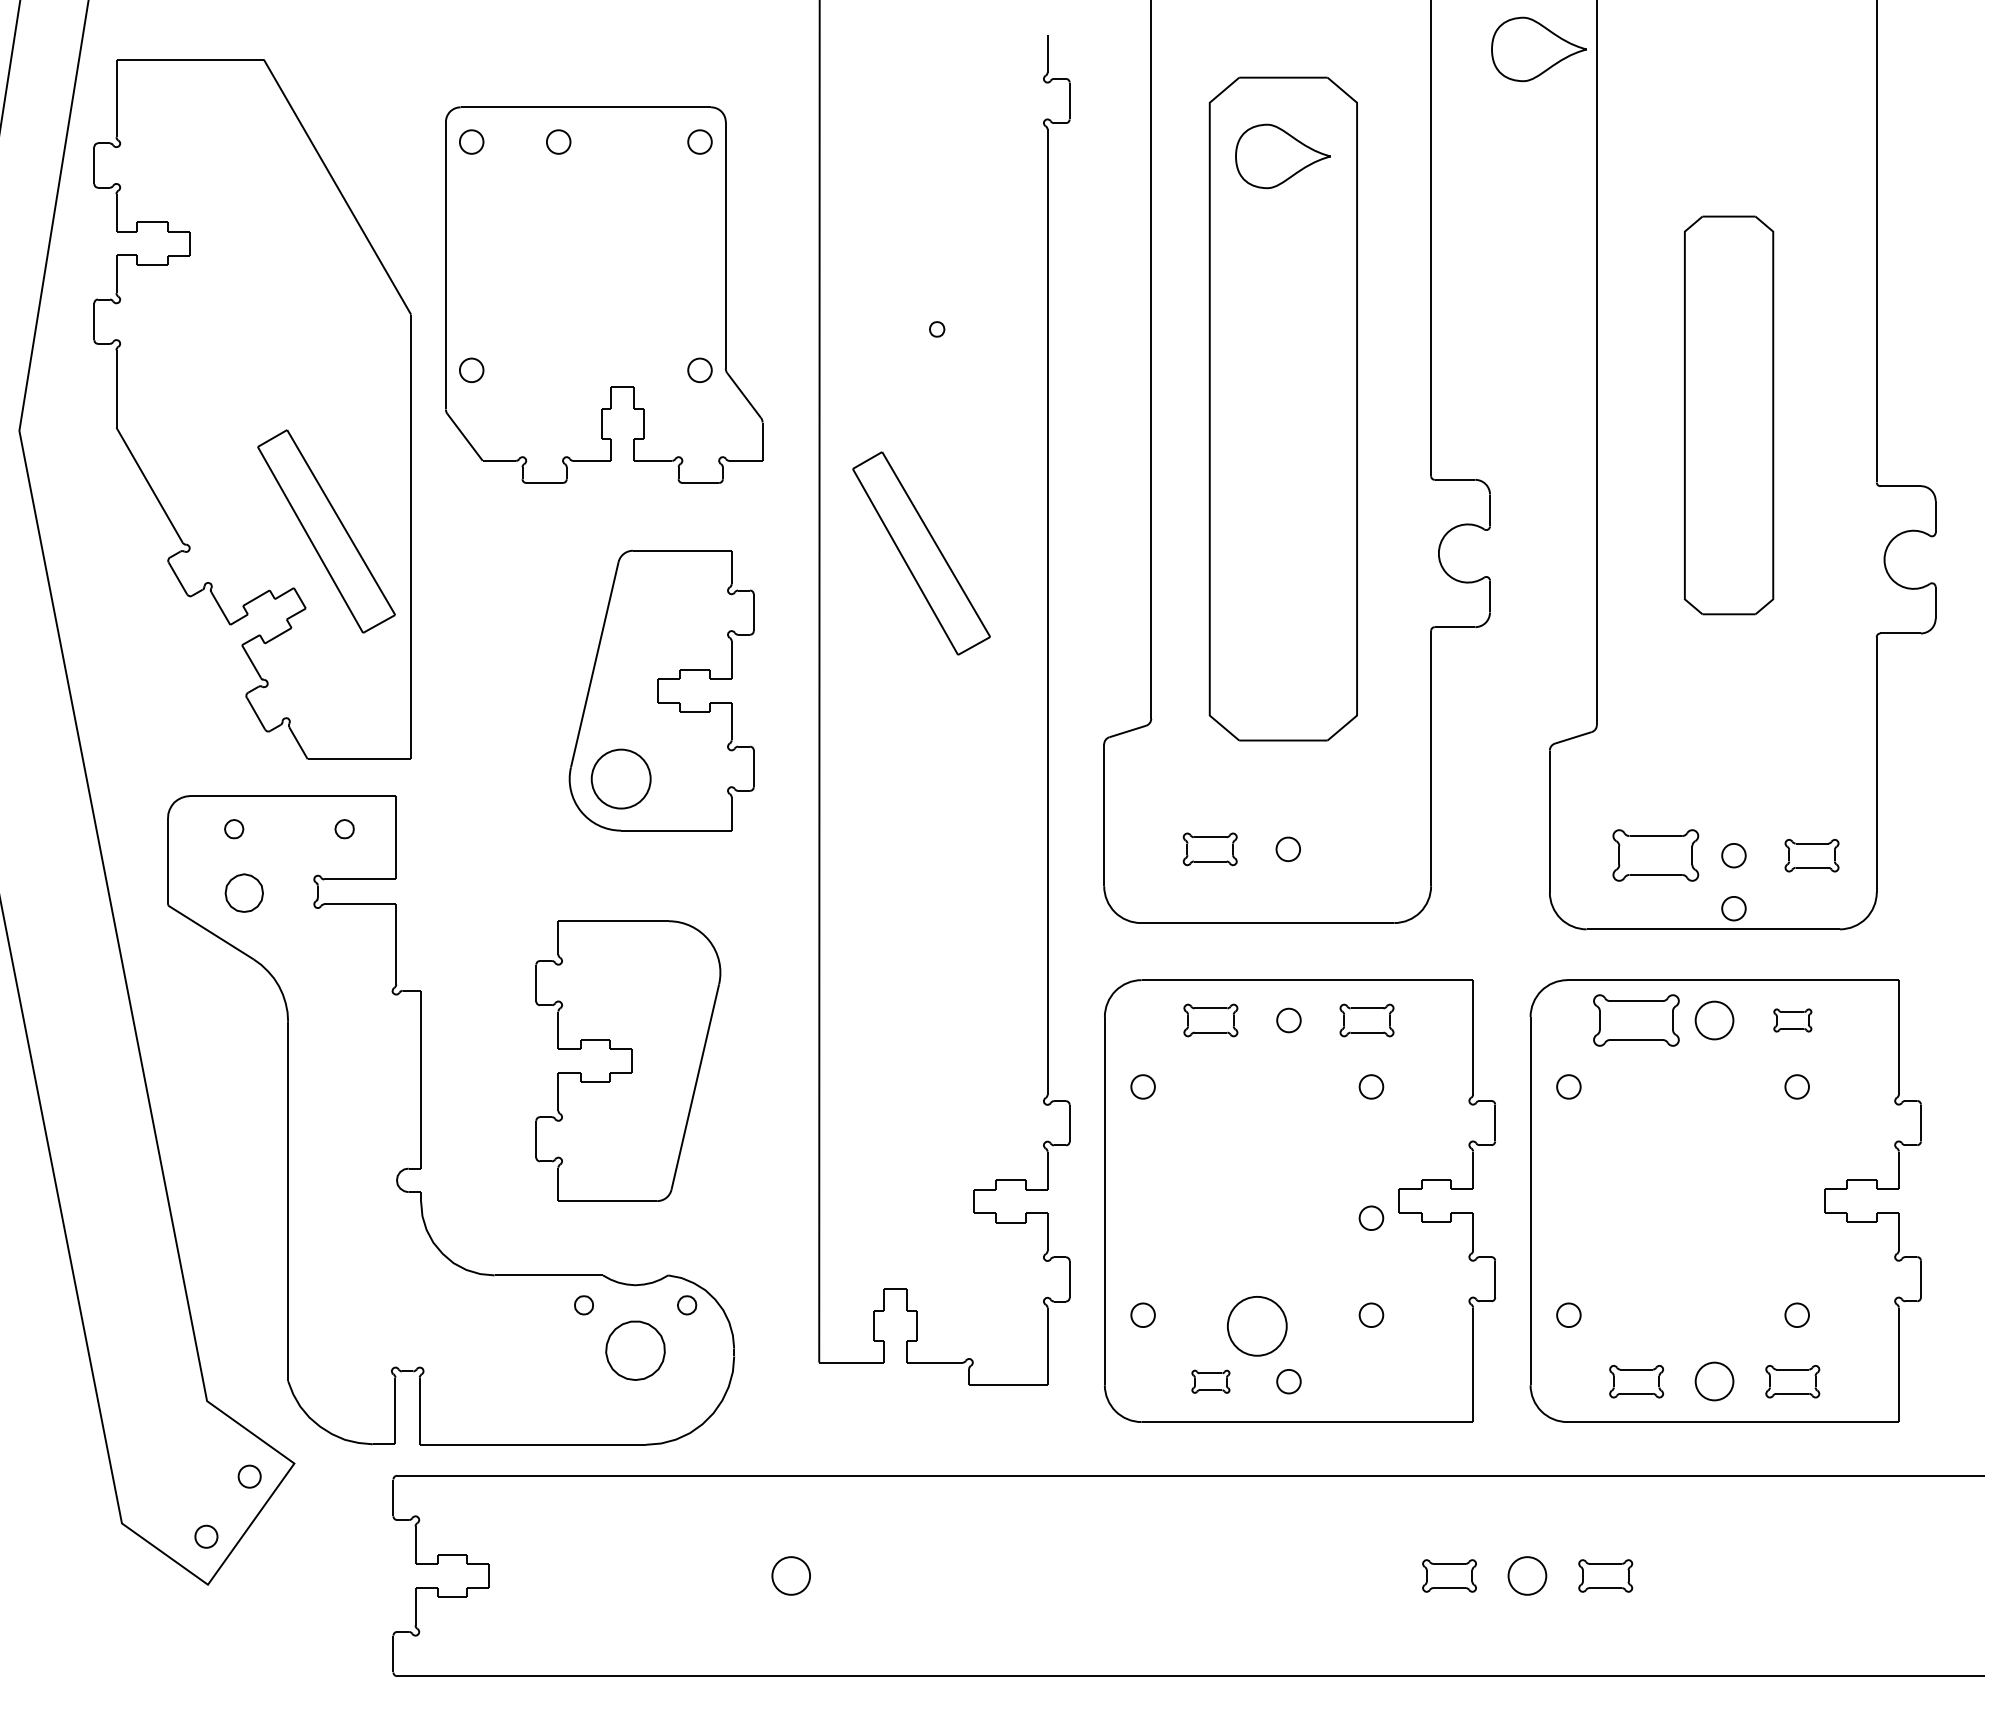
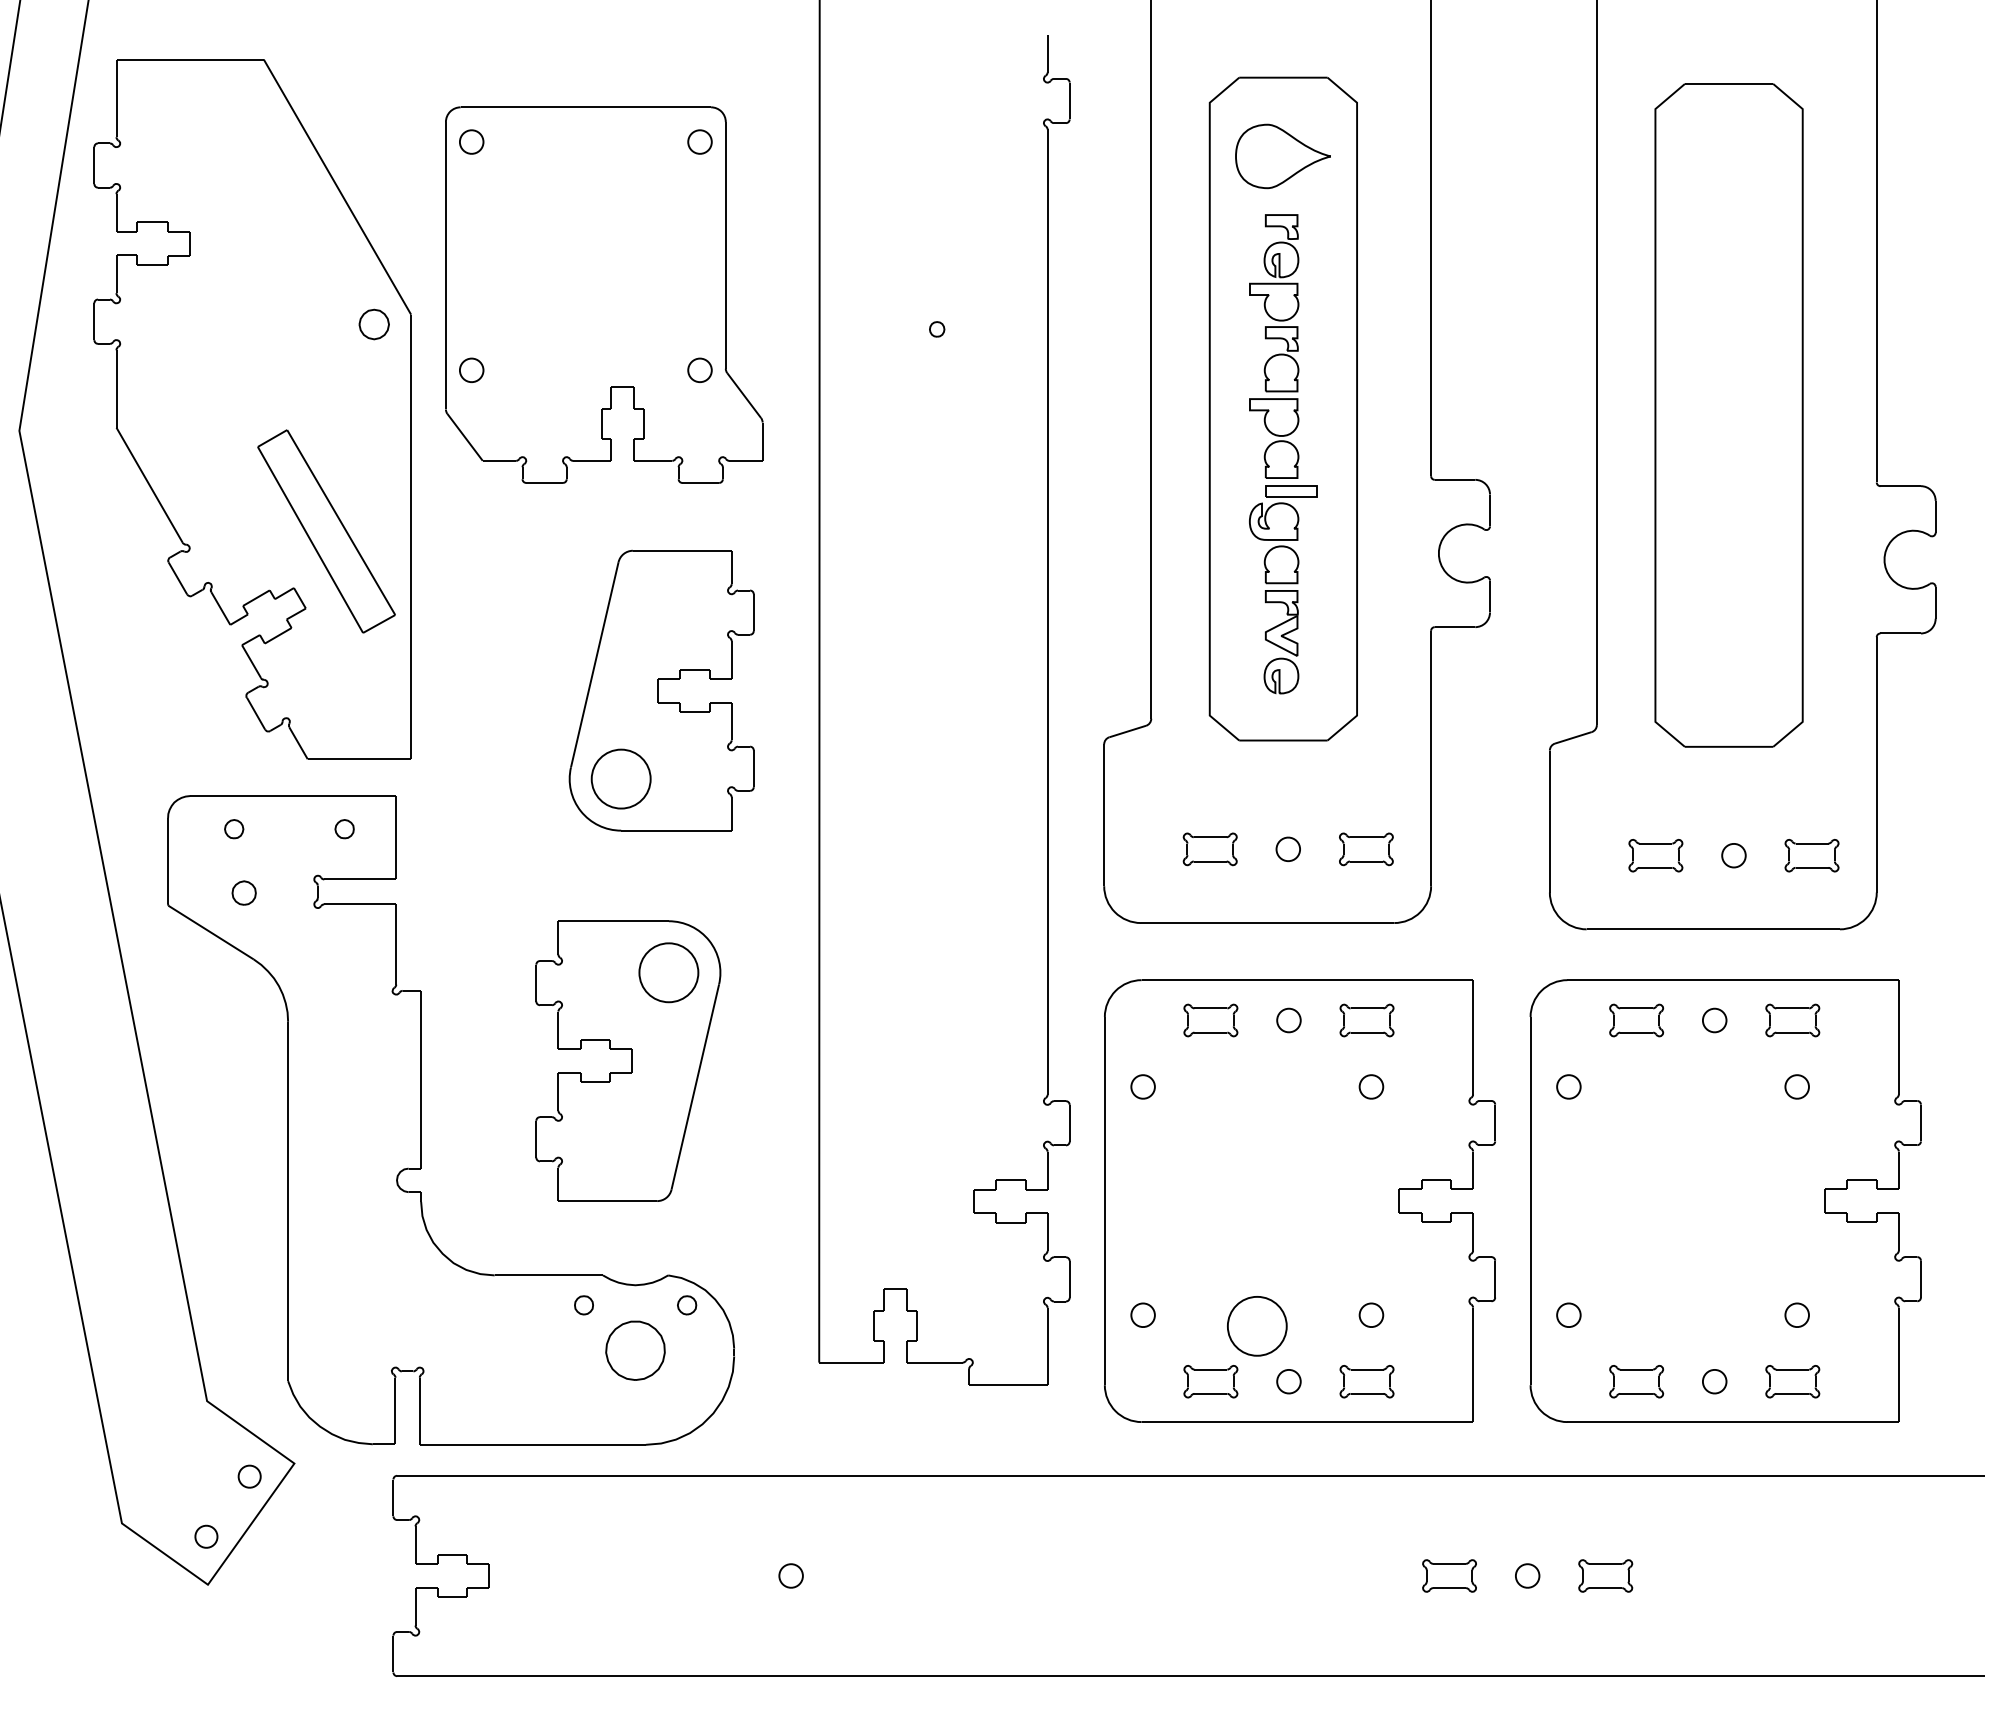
part at (1538, 49): present -> none
part at (558, 141): present -> none
part at (373, 324): none -> present
part at (1729, 415) size: 91x401 px -> 150x665 px
part at (1283, 454): none -> present
part at (921, 553): present -> none
part at (1366, 849): none -> present
part at (1655, 855) size: 88x53 px -> 56x34 px
part at (243, 892) size: 40x40 px -> 26x26 px
part at (1733, 908): present -> none
part at (668, 972): none -> present
part at (1636, 1020) size: 87x53 px -> 56x35 px
part at (1714, 1020) size: 41x41 px -> 26x27 px
part at (1792, 1020) size: 40x25 px -> 56x35 px
part at (1371, 1217): present -> none
part at (1210, 1381) size: 40x25 px -> 56x34 px
part at (1366, 1381): none -> present
part at (1714, 1381) size: 41x41 px -> 26x26 px
part at (790, 1575) size: 40x40 px -> 26x26 px
part at (1527, 1575) size: 41x40 px -> 26x26 px
